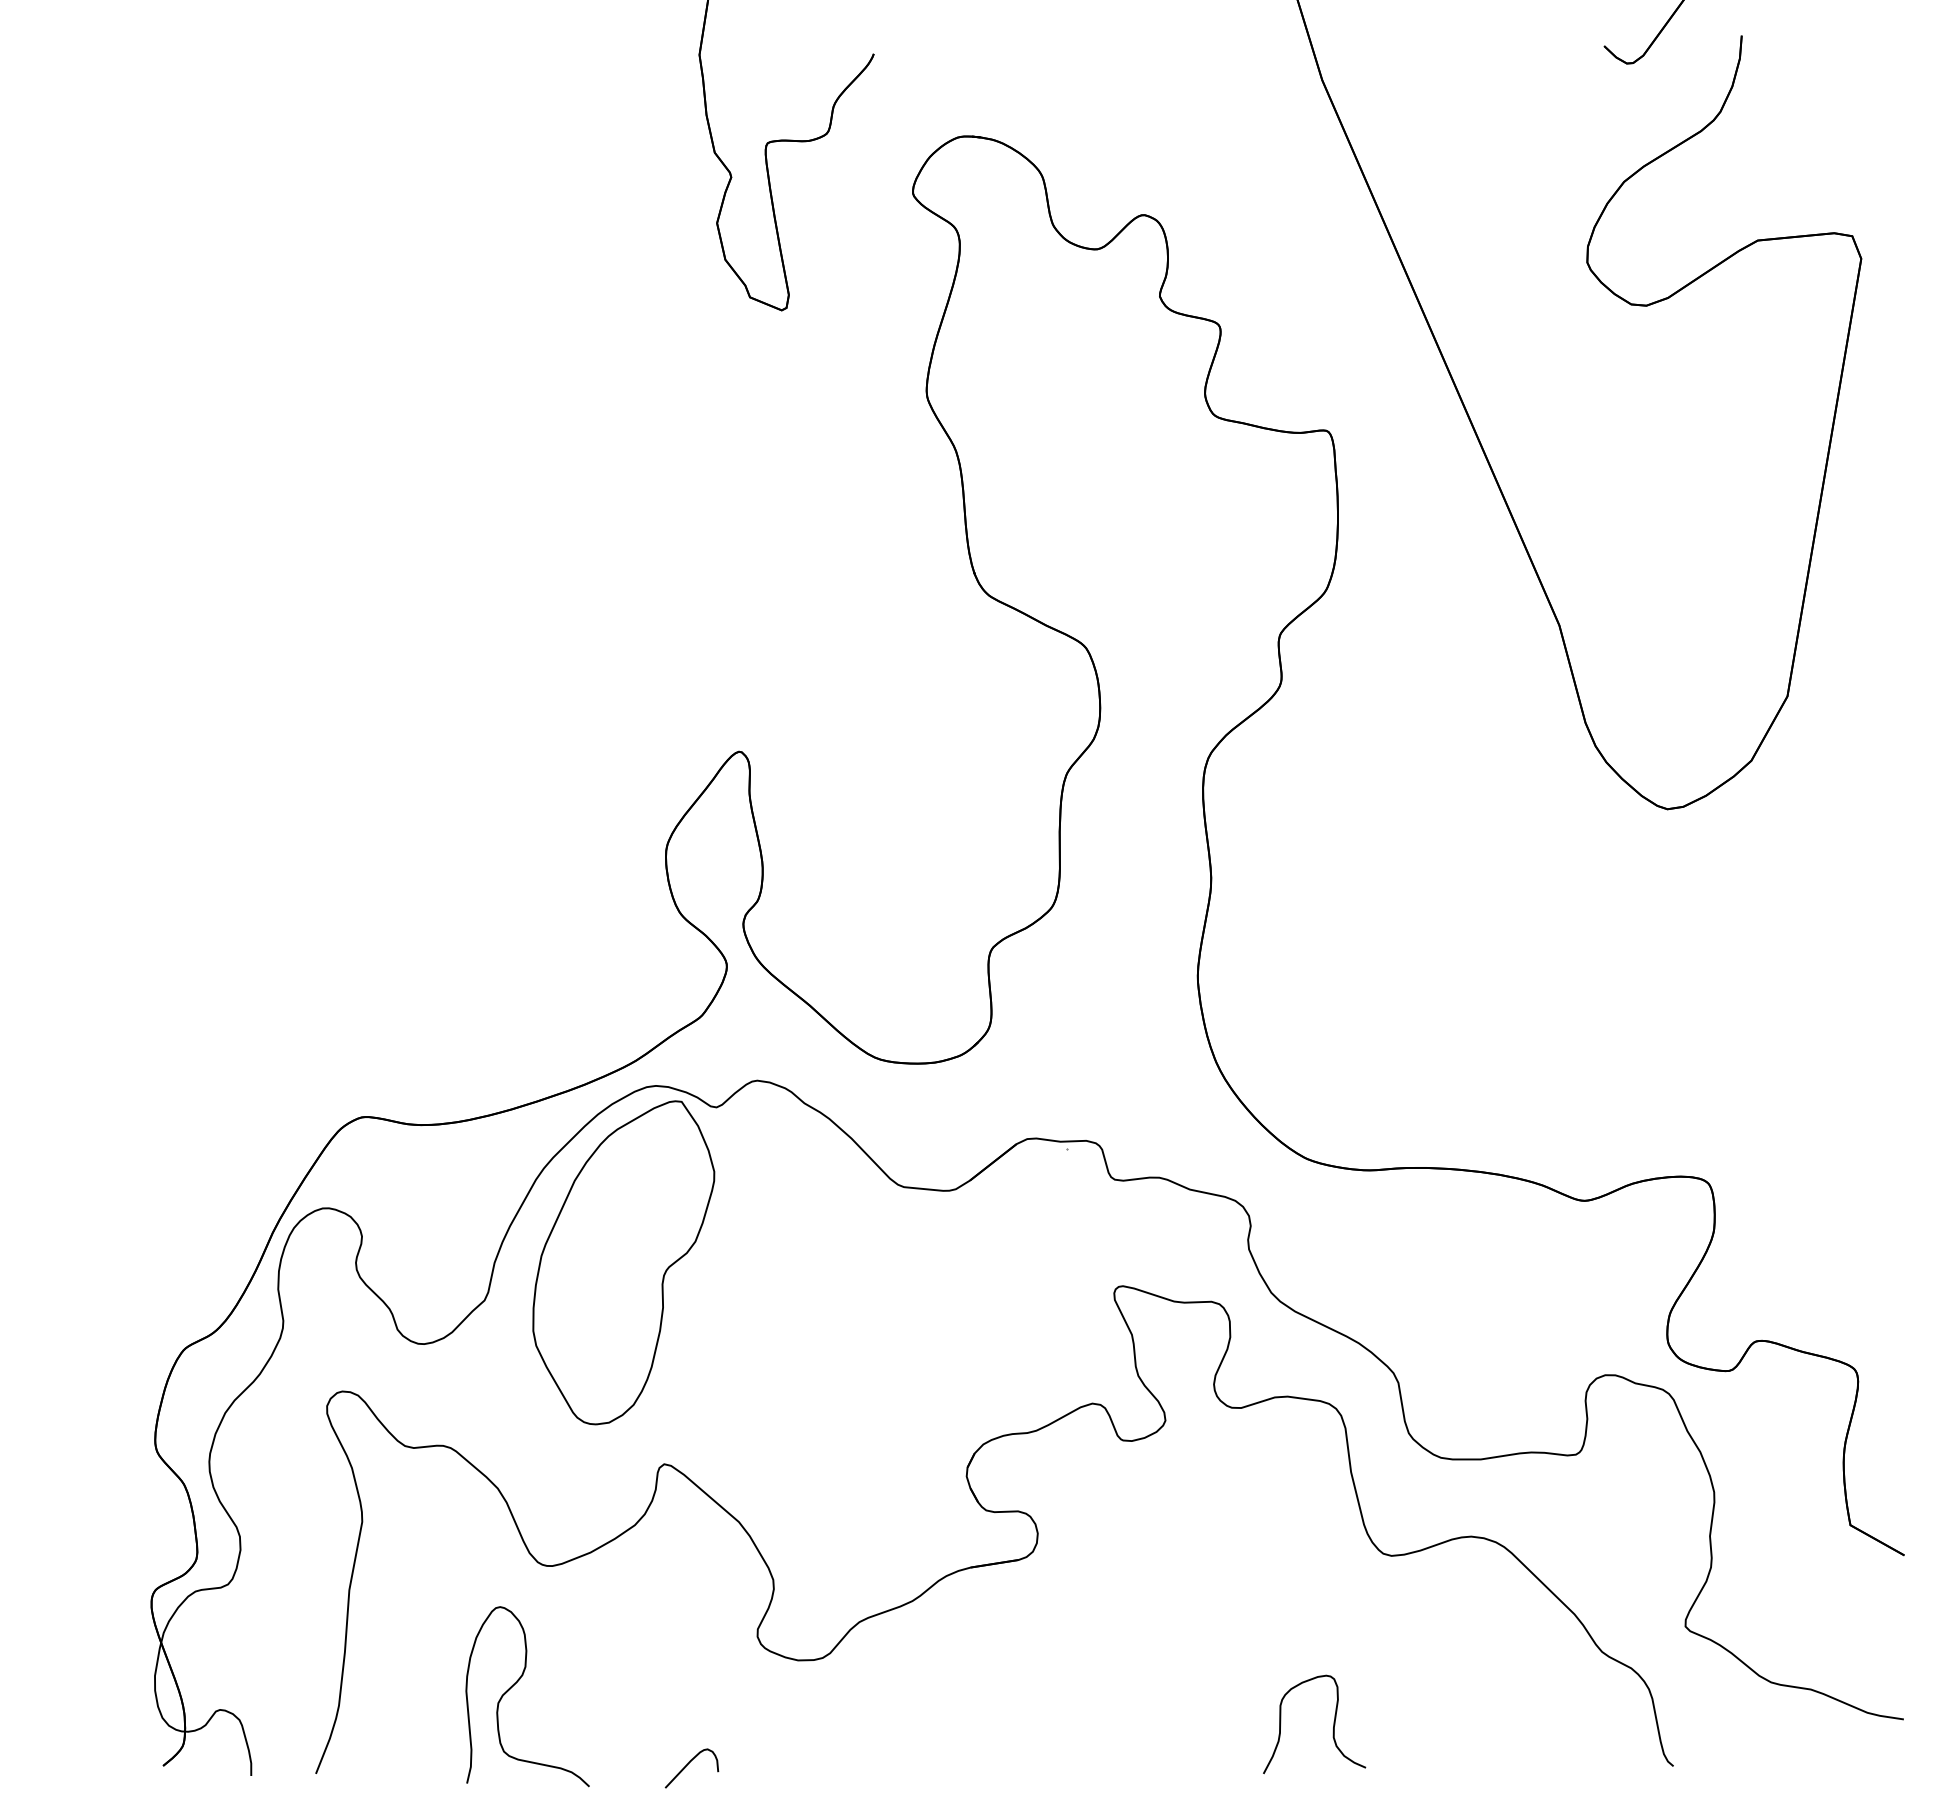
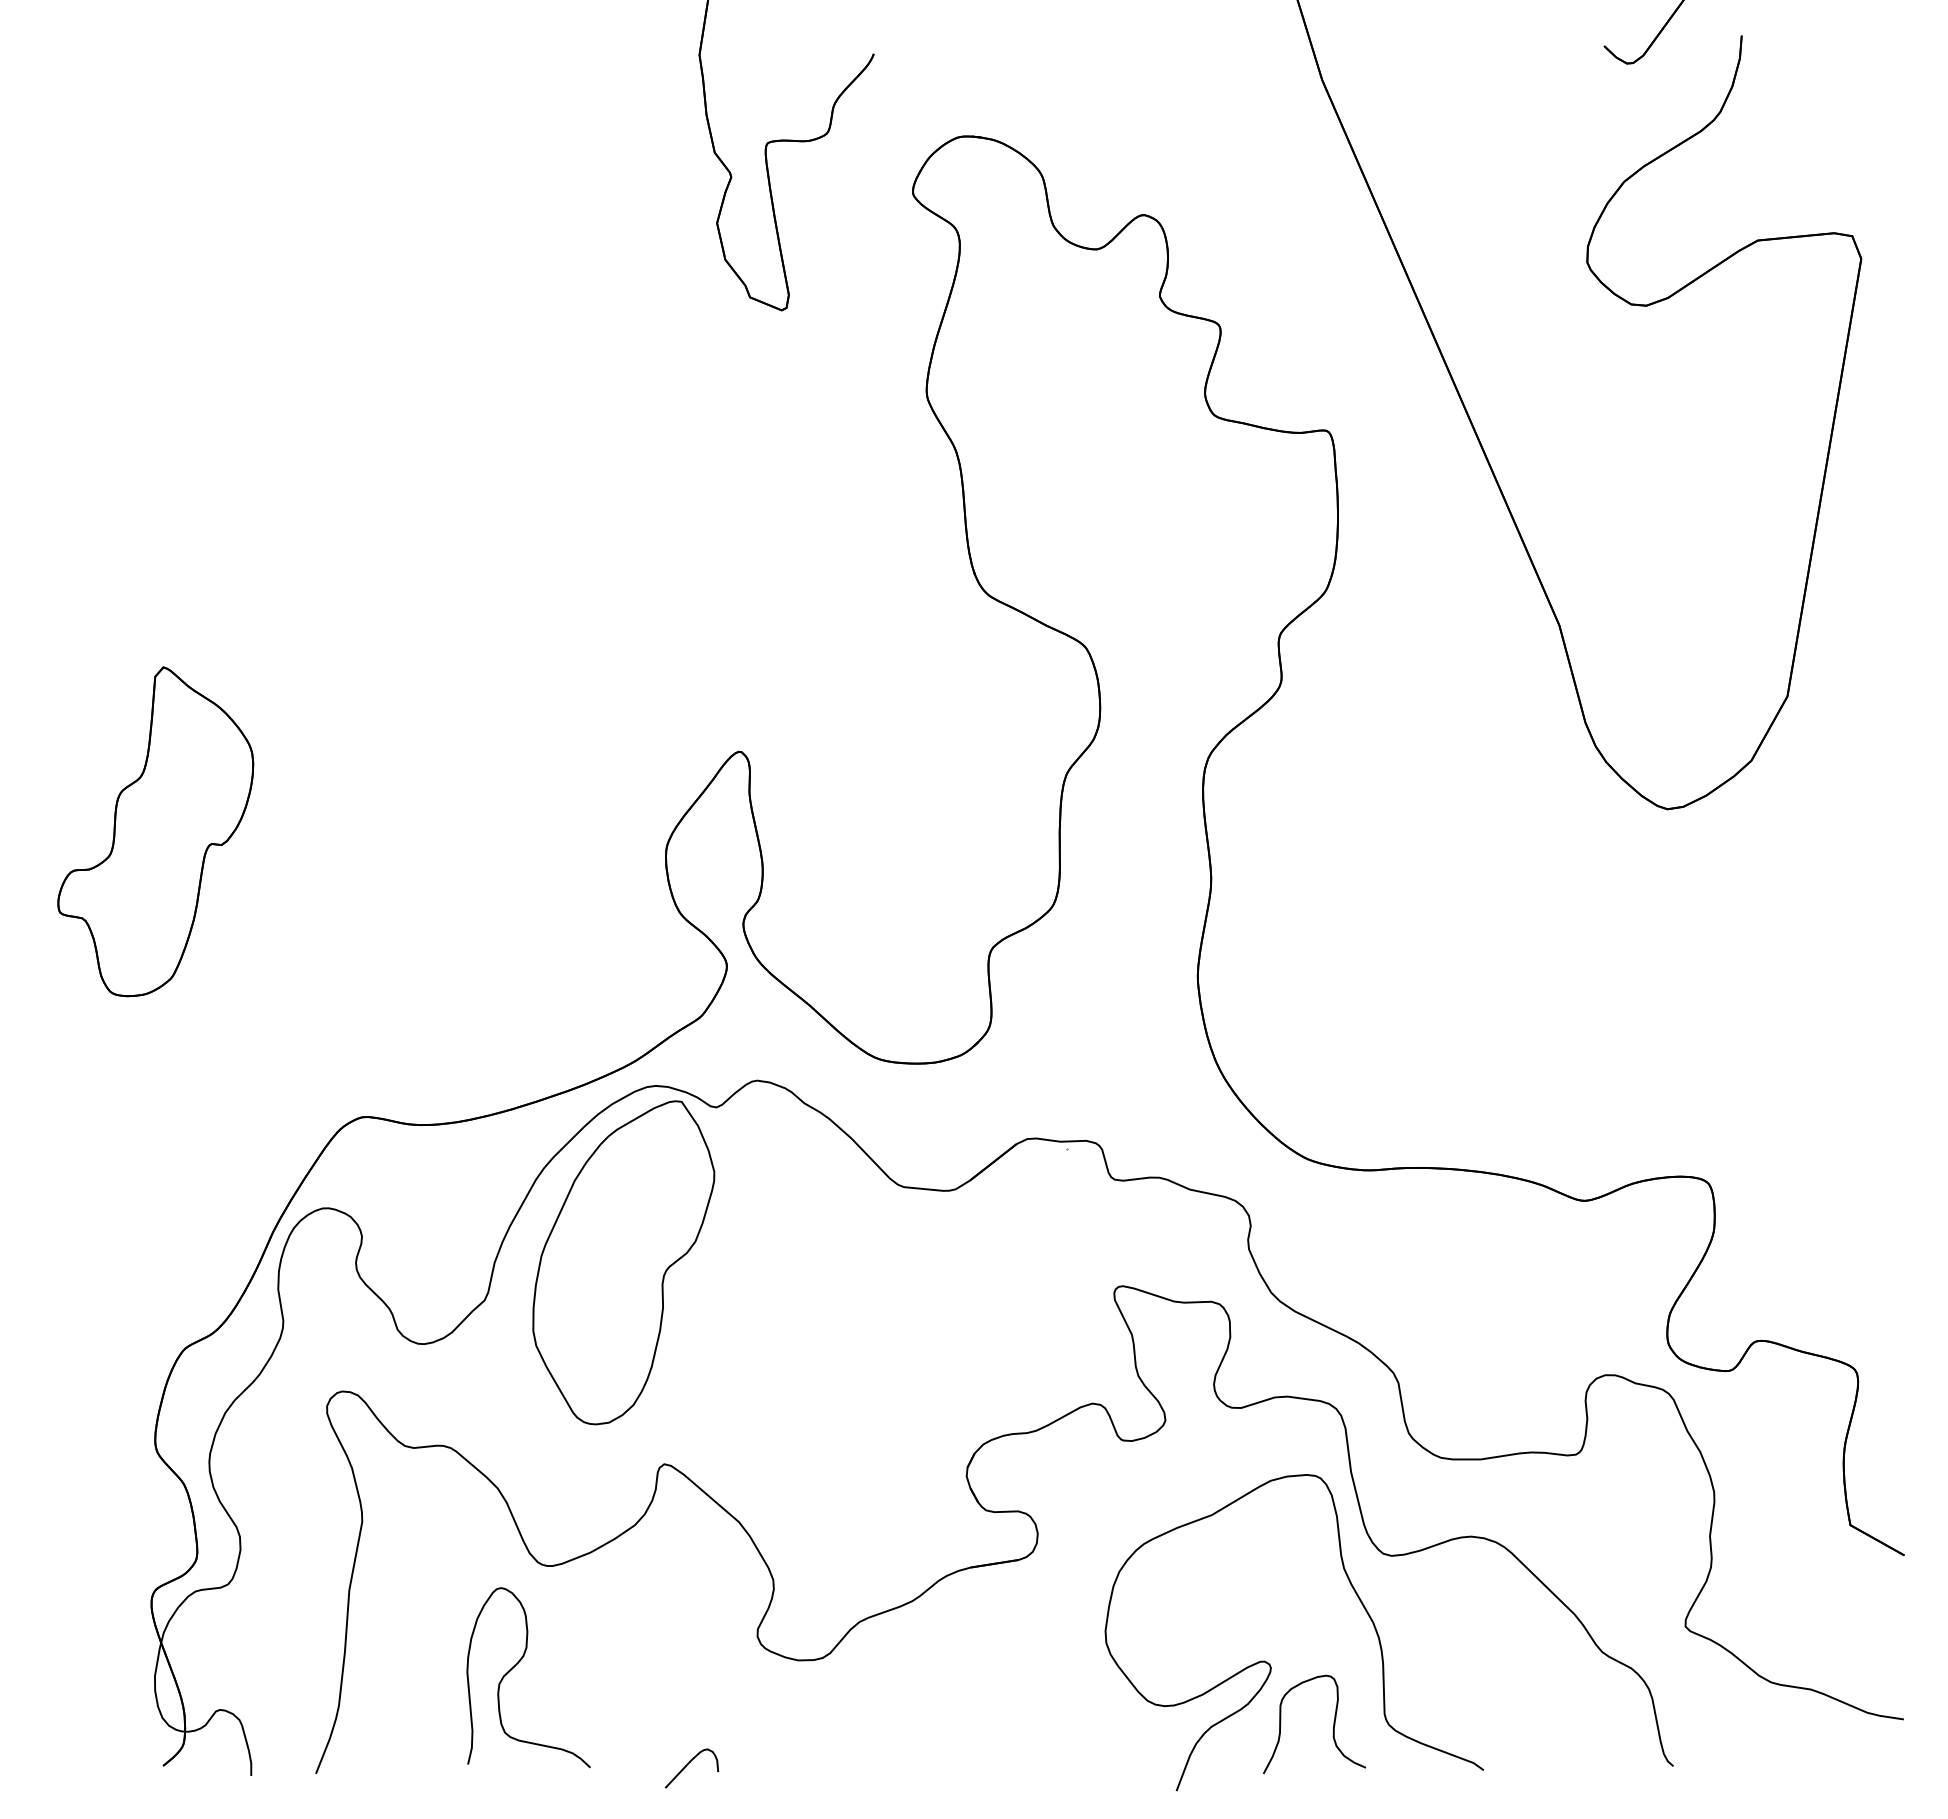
part at (155, 831): none -> present
curve at (1268, 1662): none -> present
curve at (515, 1684) position: (515, 1684) -> (516, 1665)
